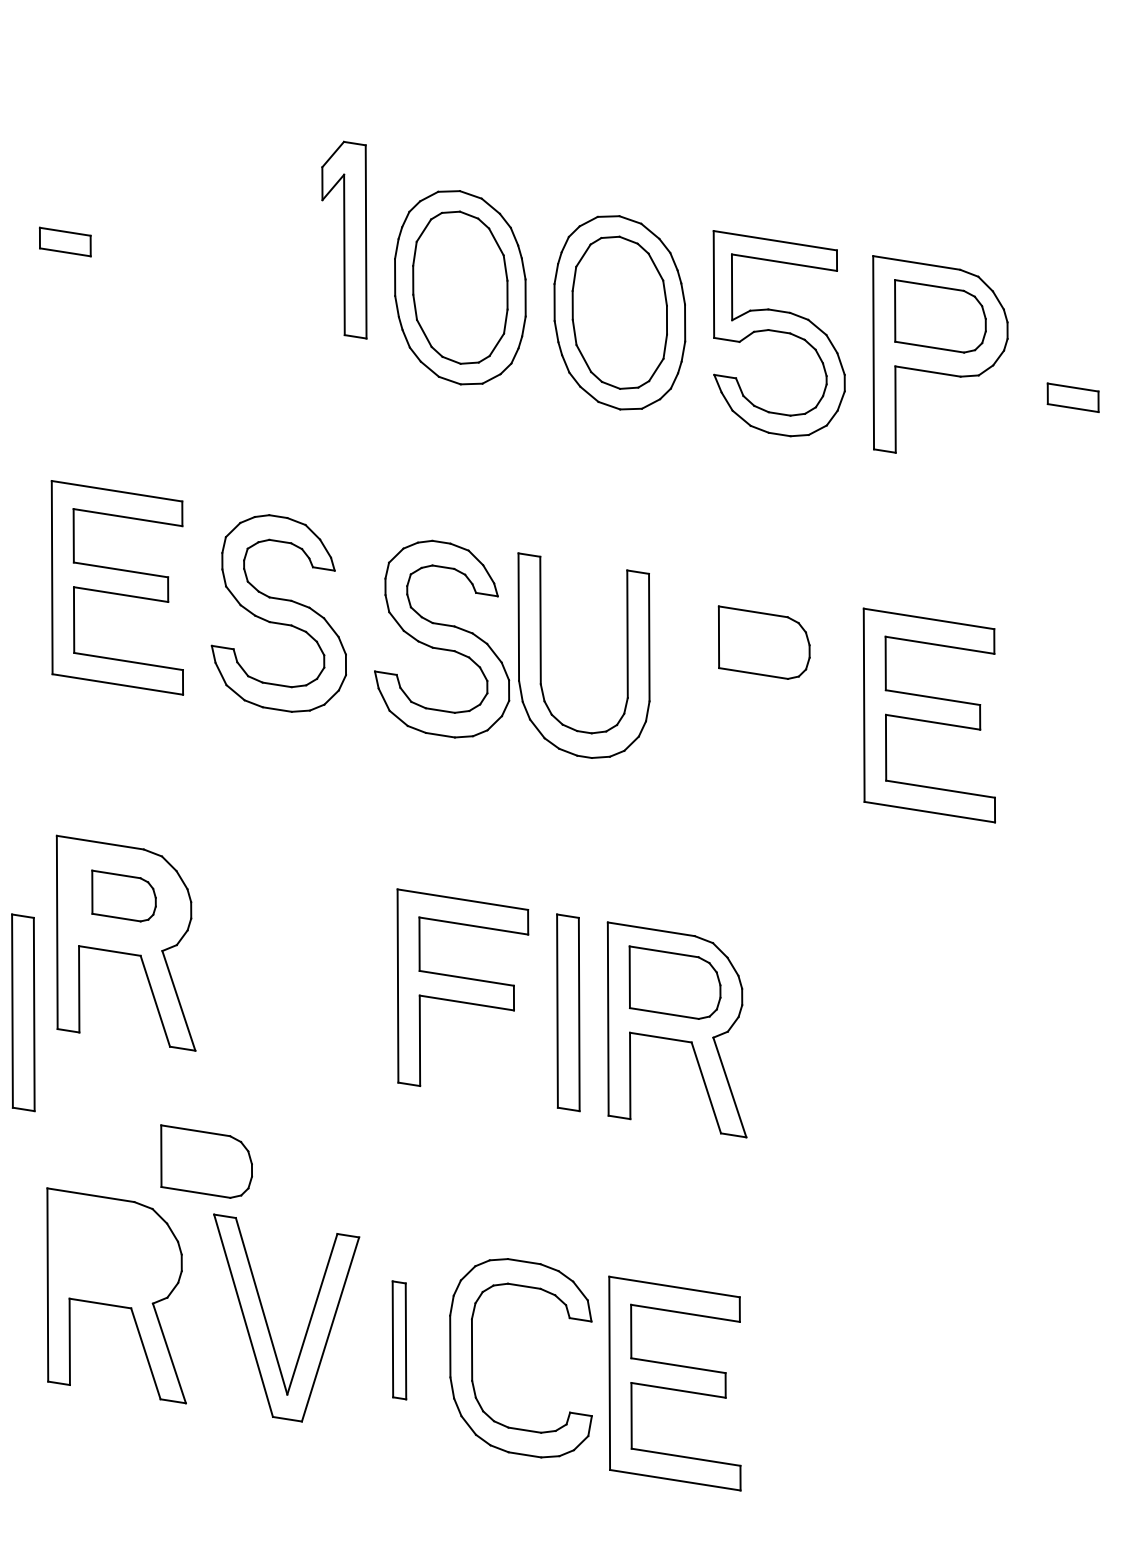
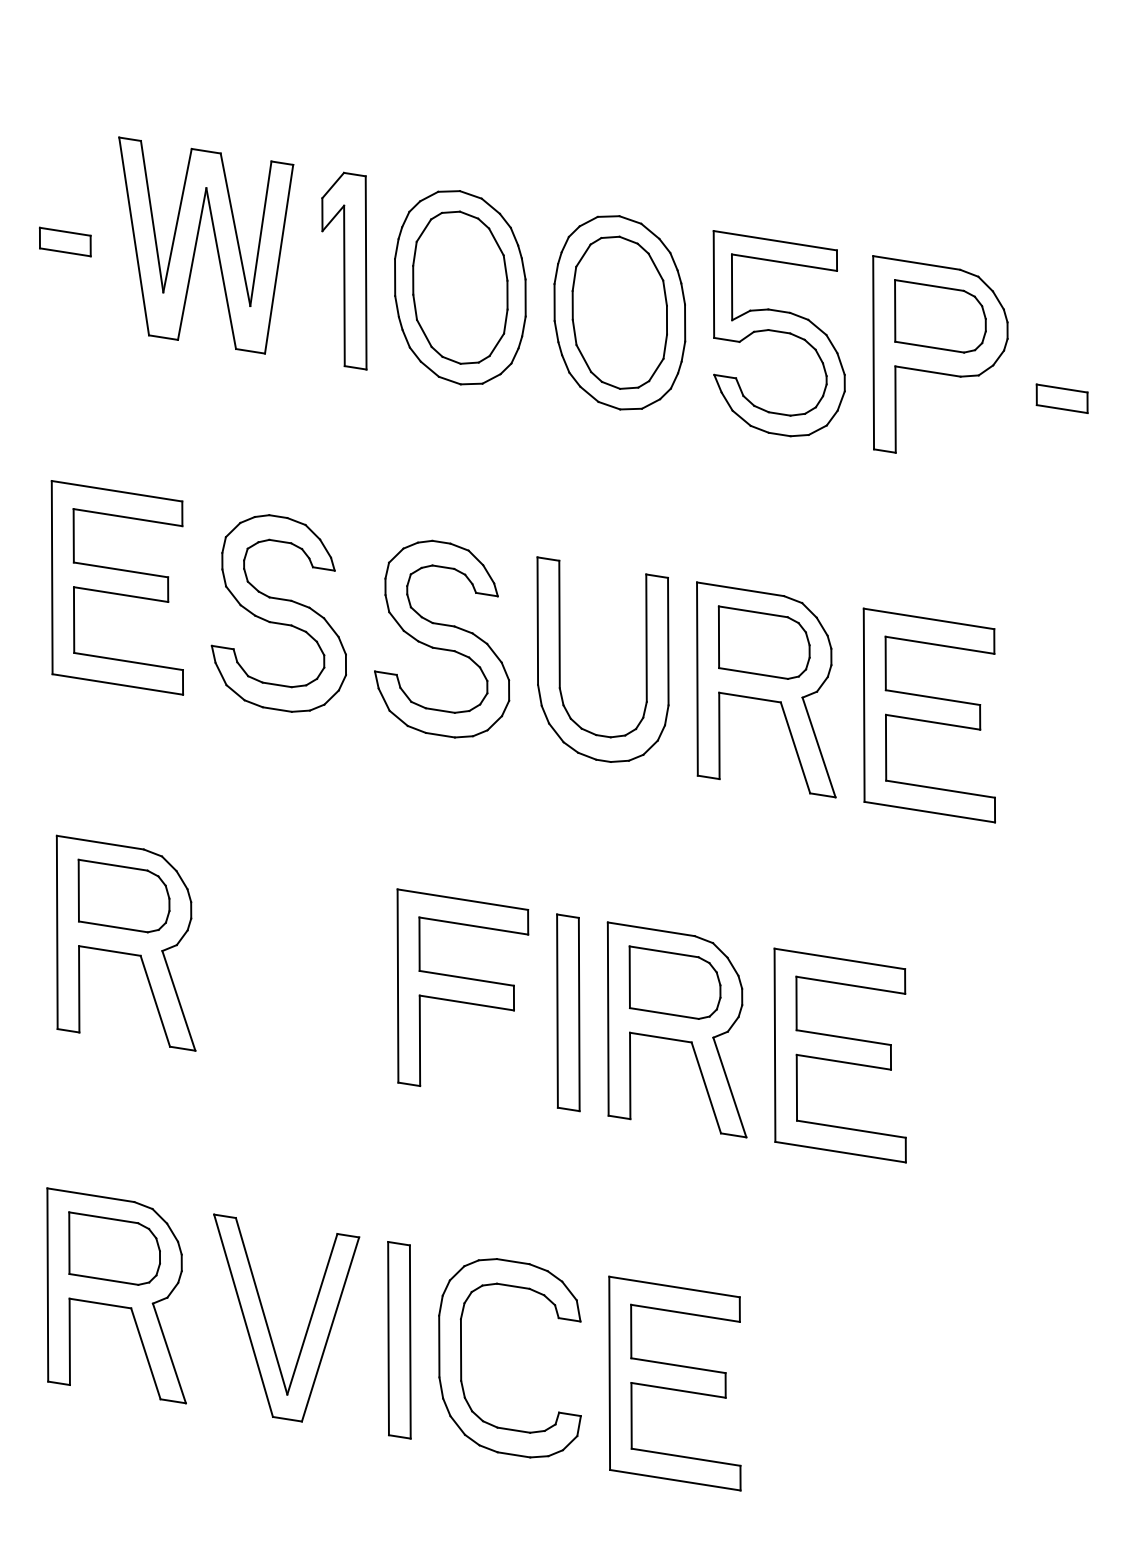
part at (344, 239) position: (344, 239) -> (344, 270)
part at (215, 244): none -> present
part at (1072, 397) position: (1072, 397) -> (1061, 398)
part at (541, 655) position: (541, 655) -> (560, 659)
part at (766, 689): none -> present
part at (123, 895) size: 66x54 px -> 94x76 px
part at (23, 1012): present -> none
part at (839, 1055): none -> present
part at (206, 1161) position: (206, 1161) -> (114, 1248)
part at (399, 1340) size: 17x121 px -> 25x199 px
part at (472, 1358) position: (472, 1358) -> (461, 1358)
